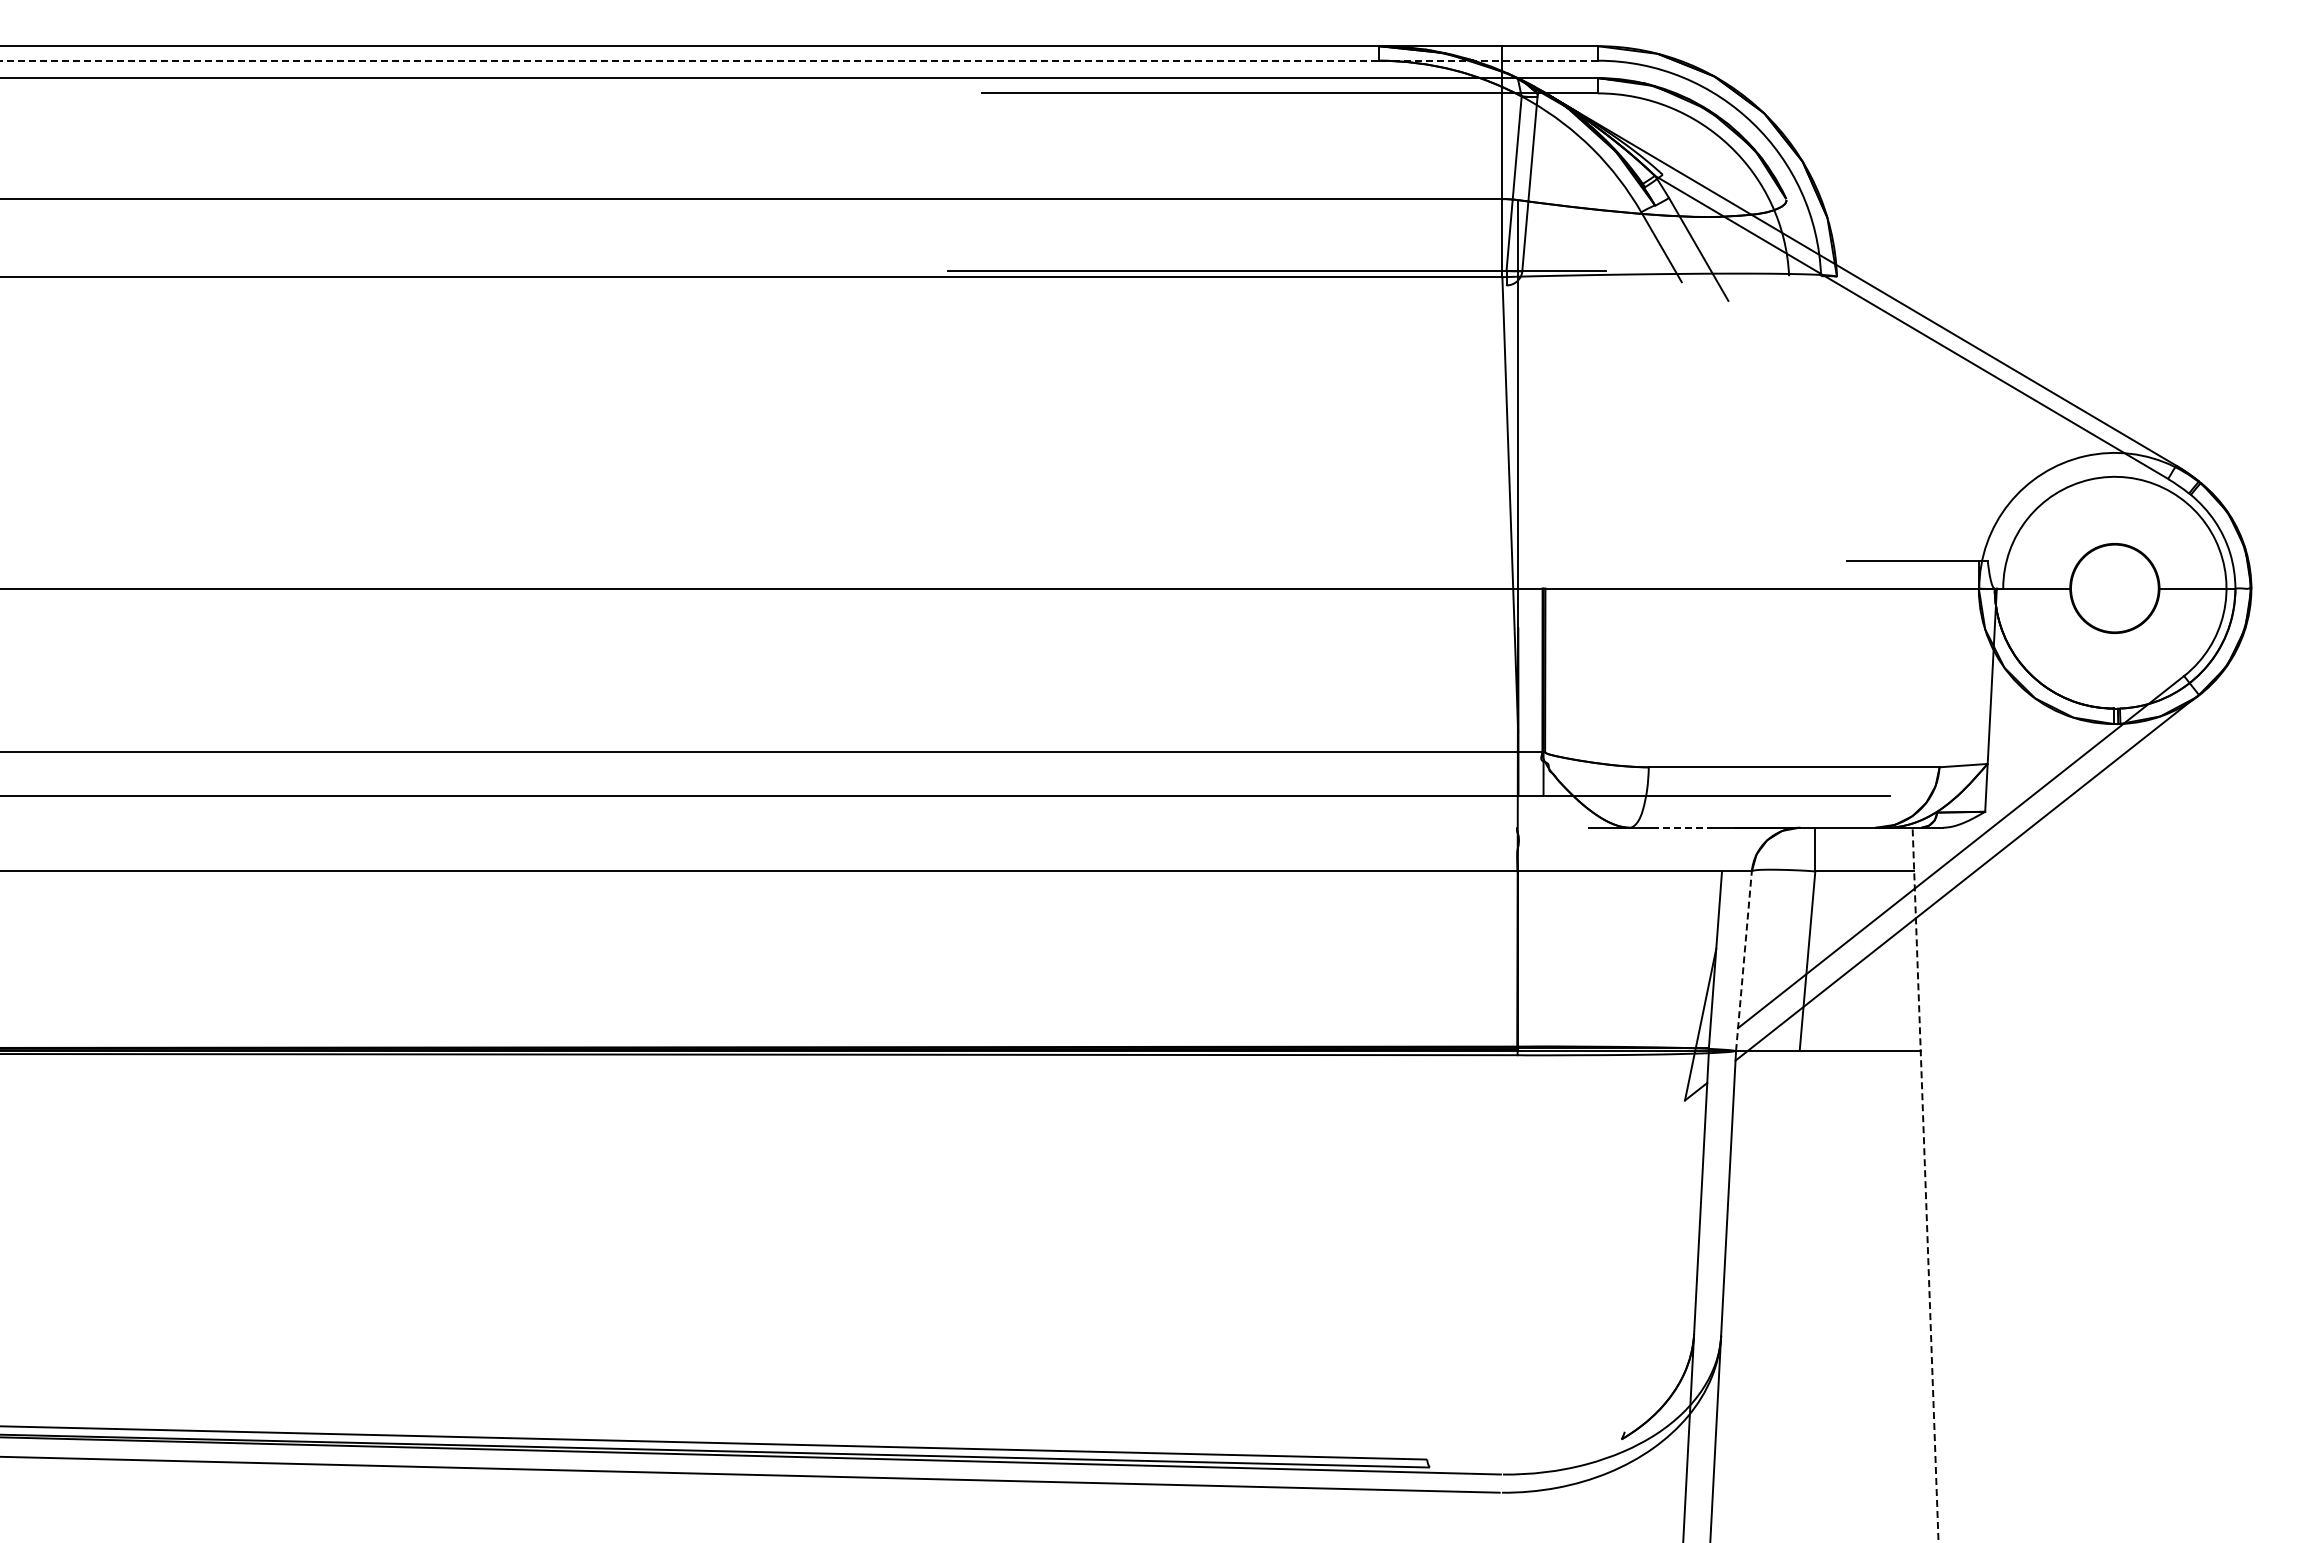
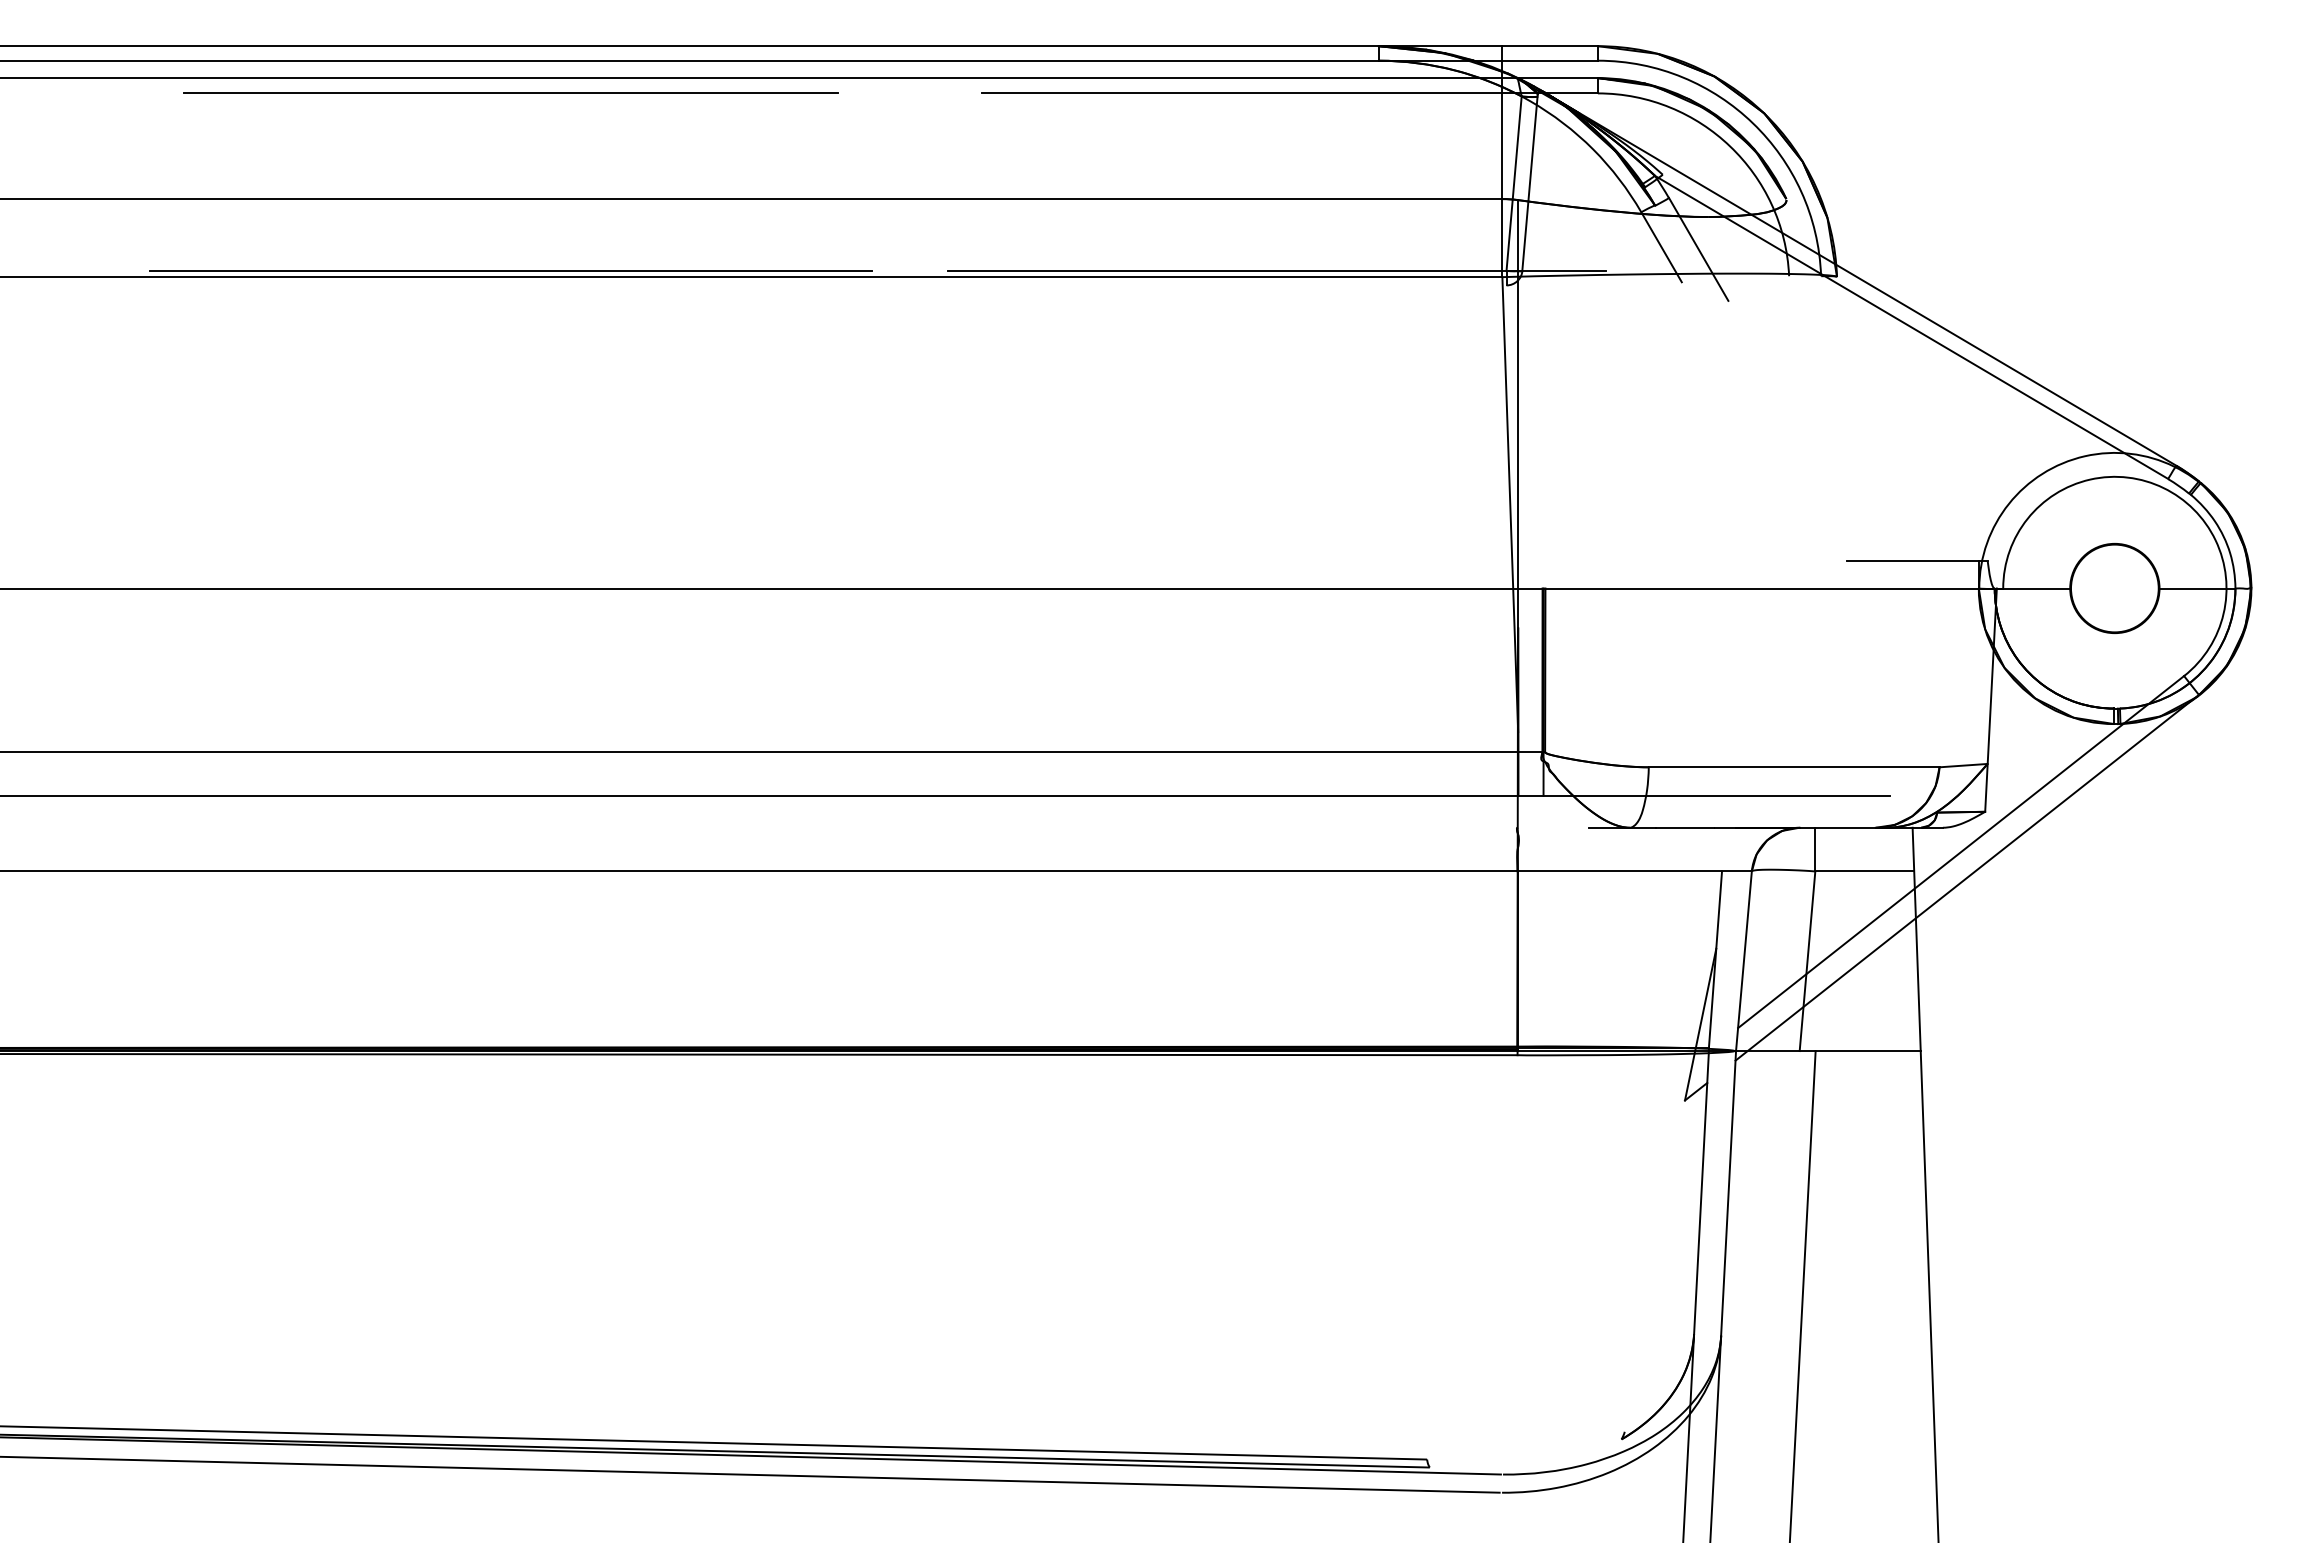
line at (799, 60): dashed -> solid
line at (510, 93): none -> present
line at (510, 271): none -> present
line at (1684, 827): dashed -> solid
line at (1743, 960): dashed -> solid
line at (1925, 1184): dashed -> solid
line at (1802, 1295): none -> present
